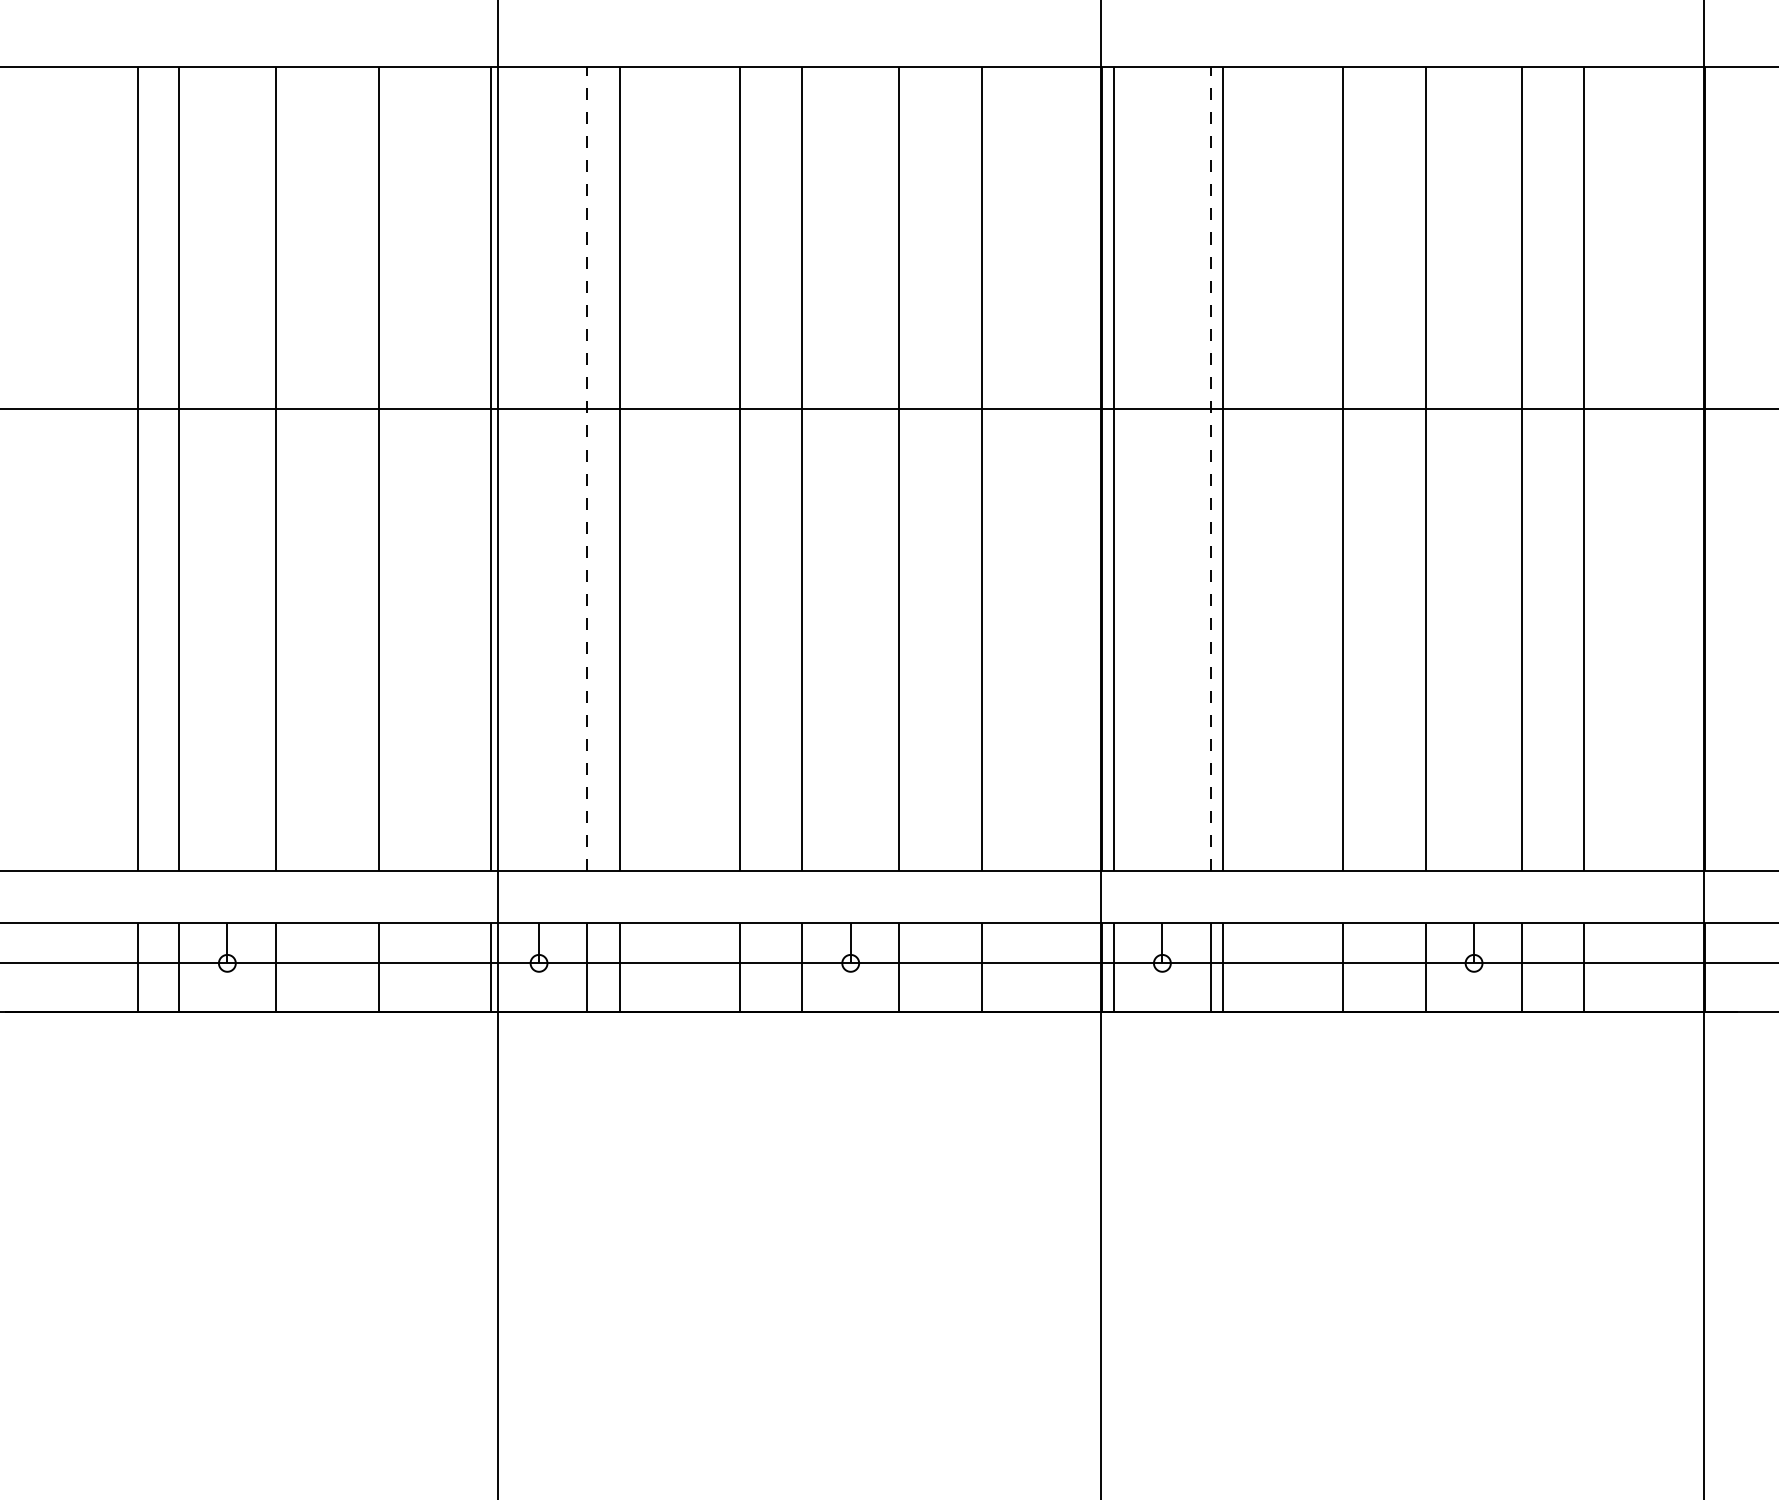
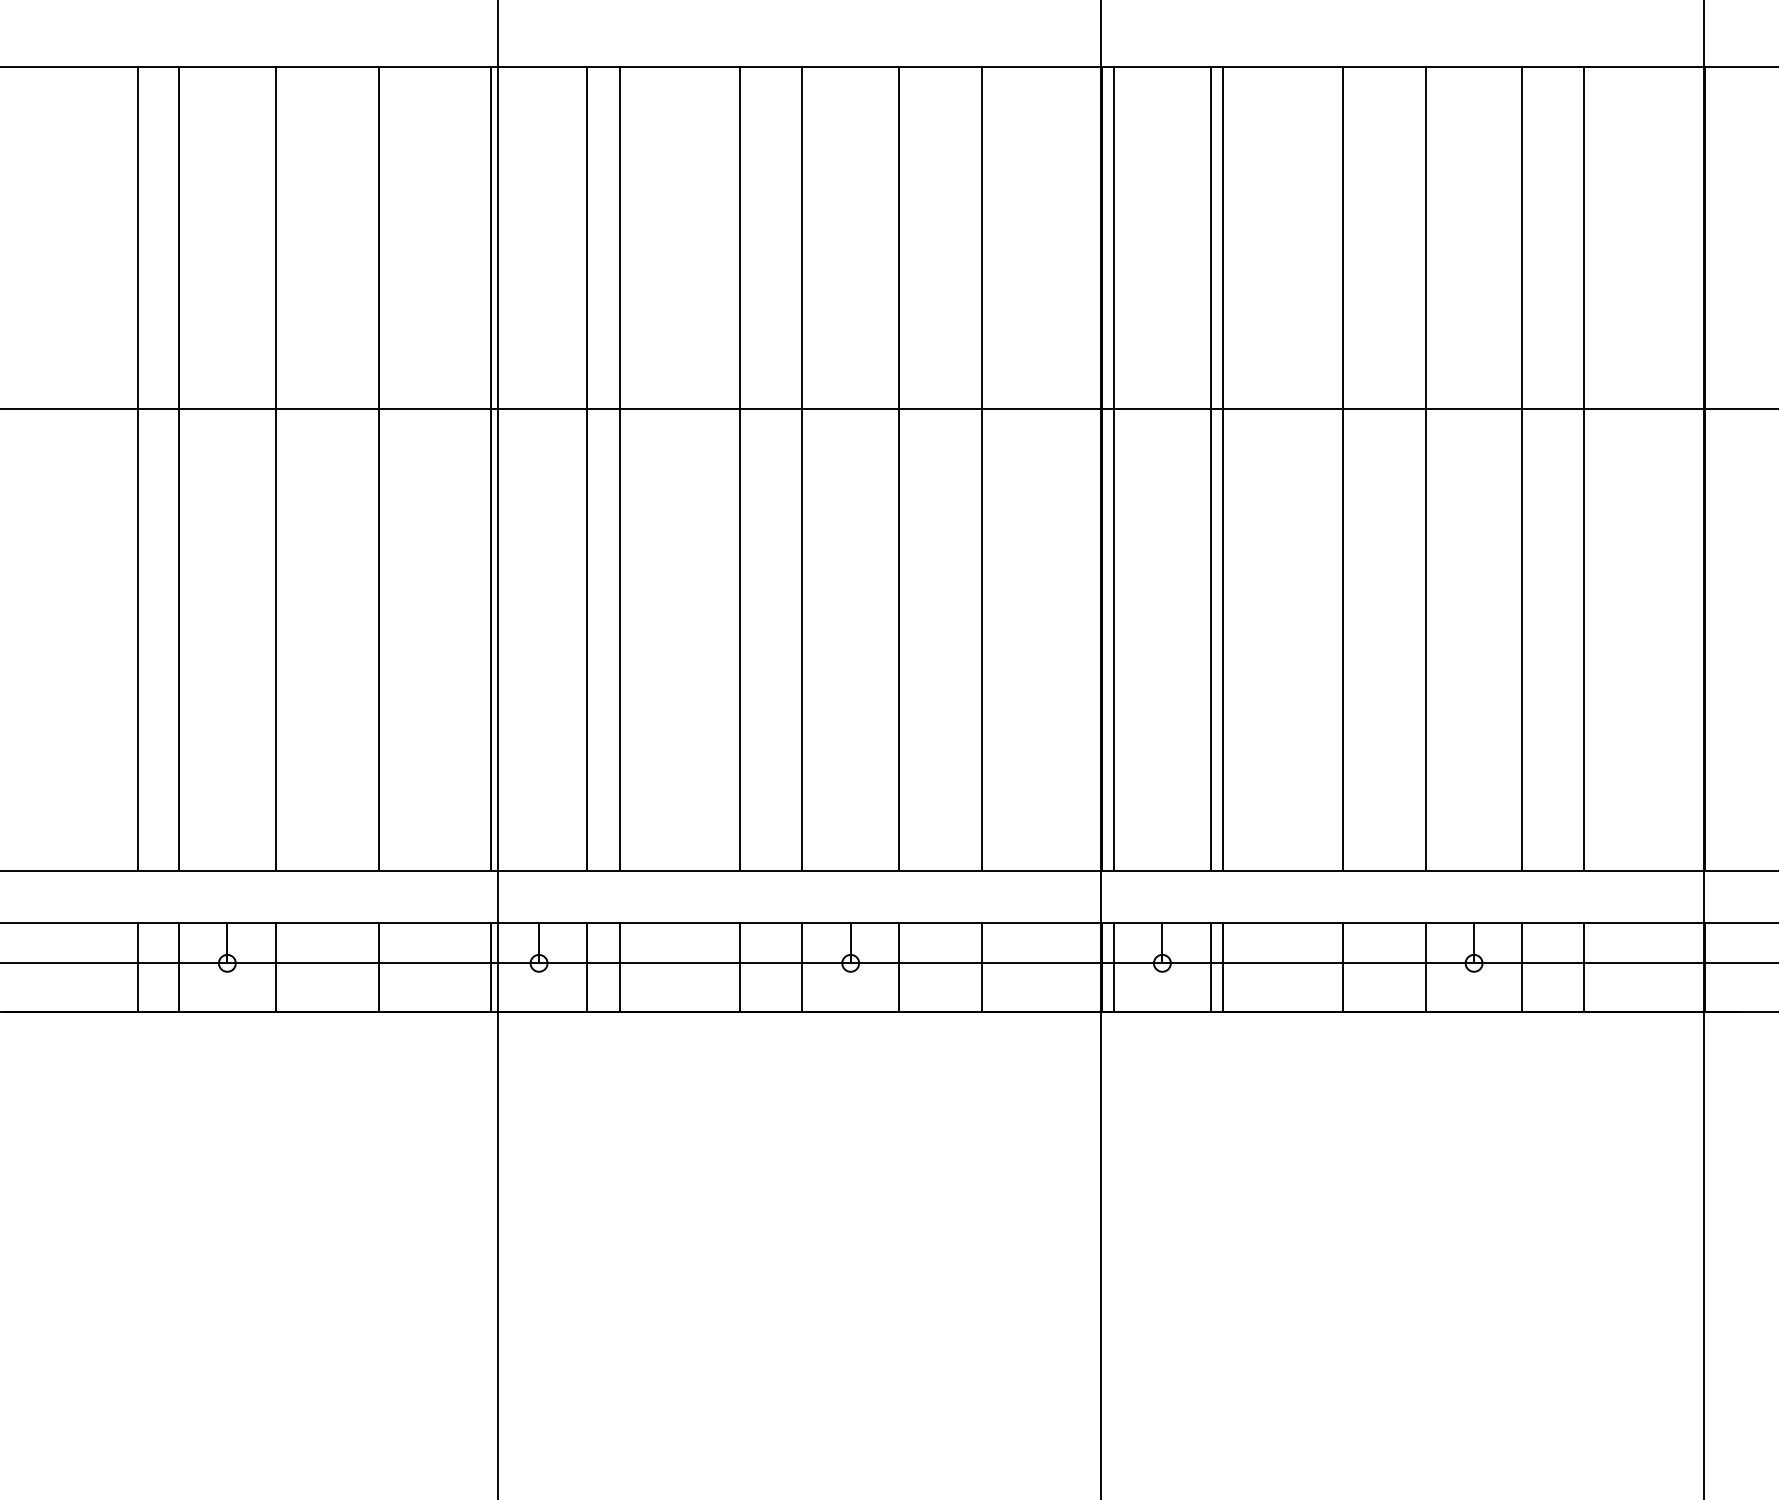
line at (587, 468): dashed -> solid
line at (1210, 468): dashed -> solid
